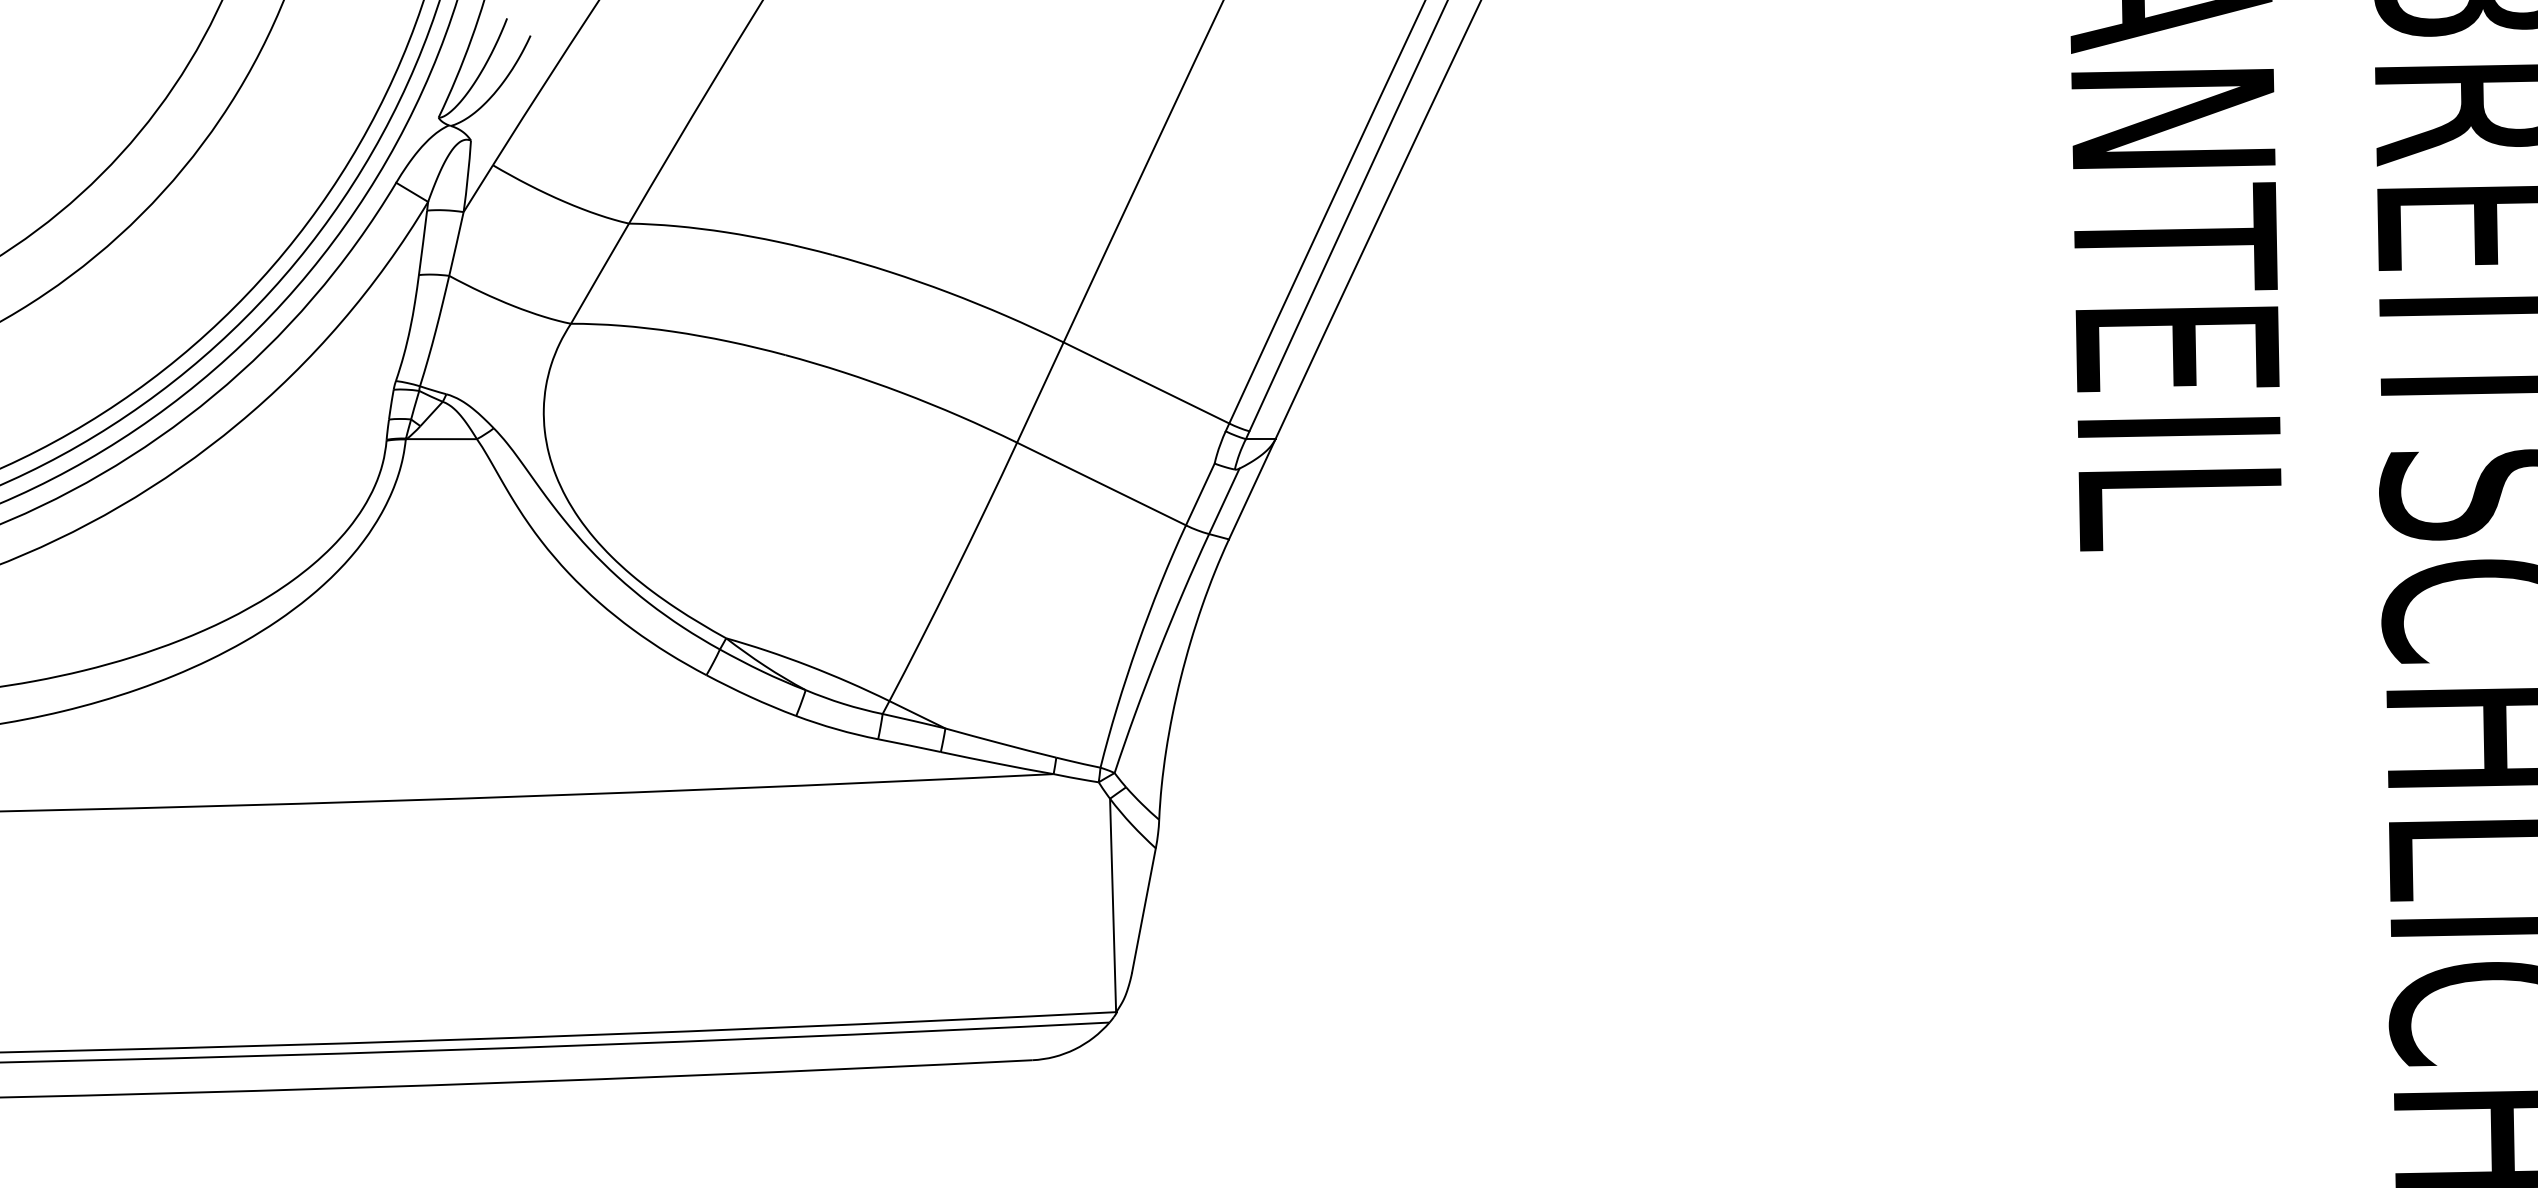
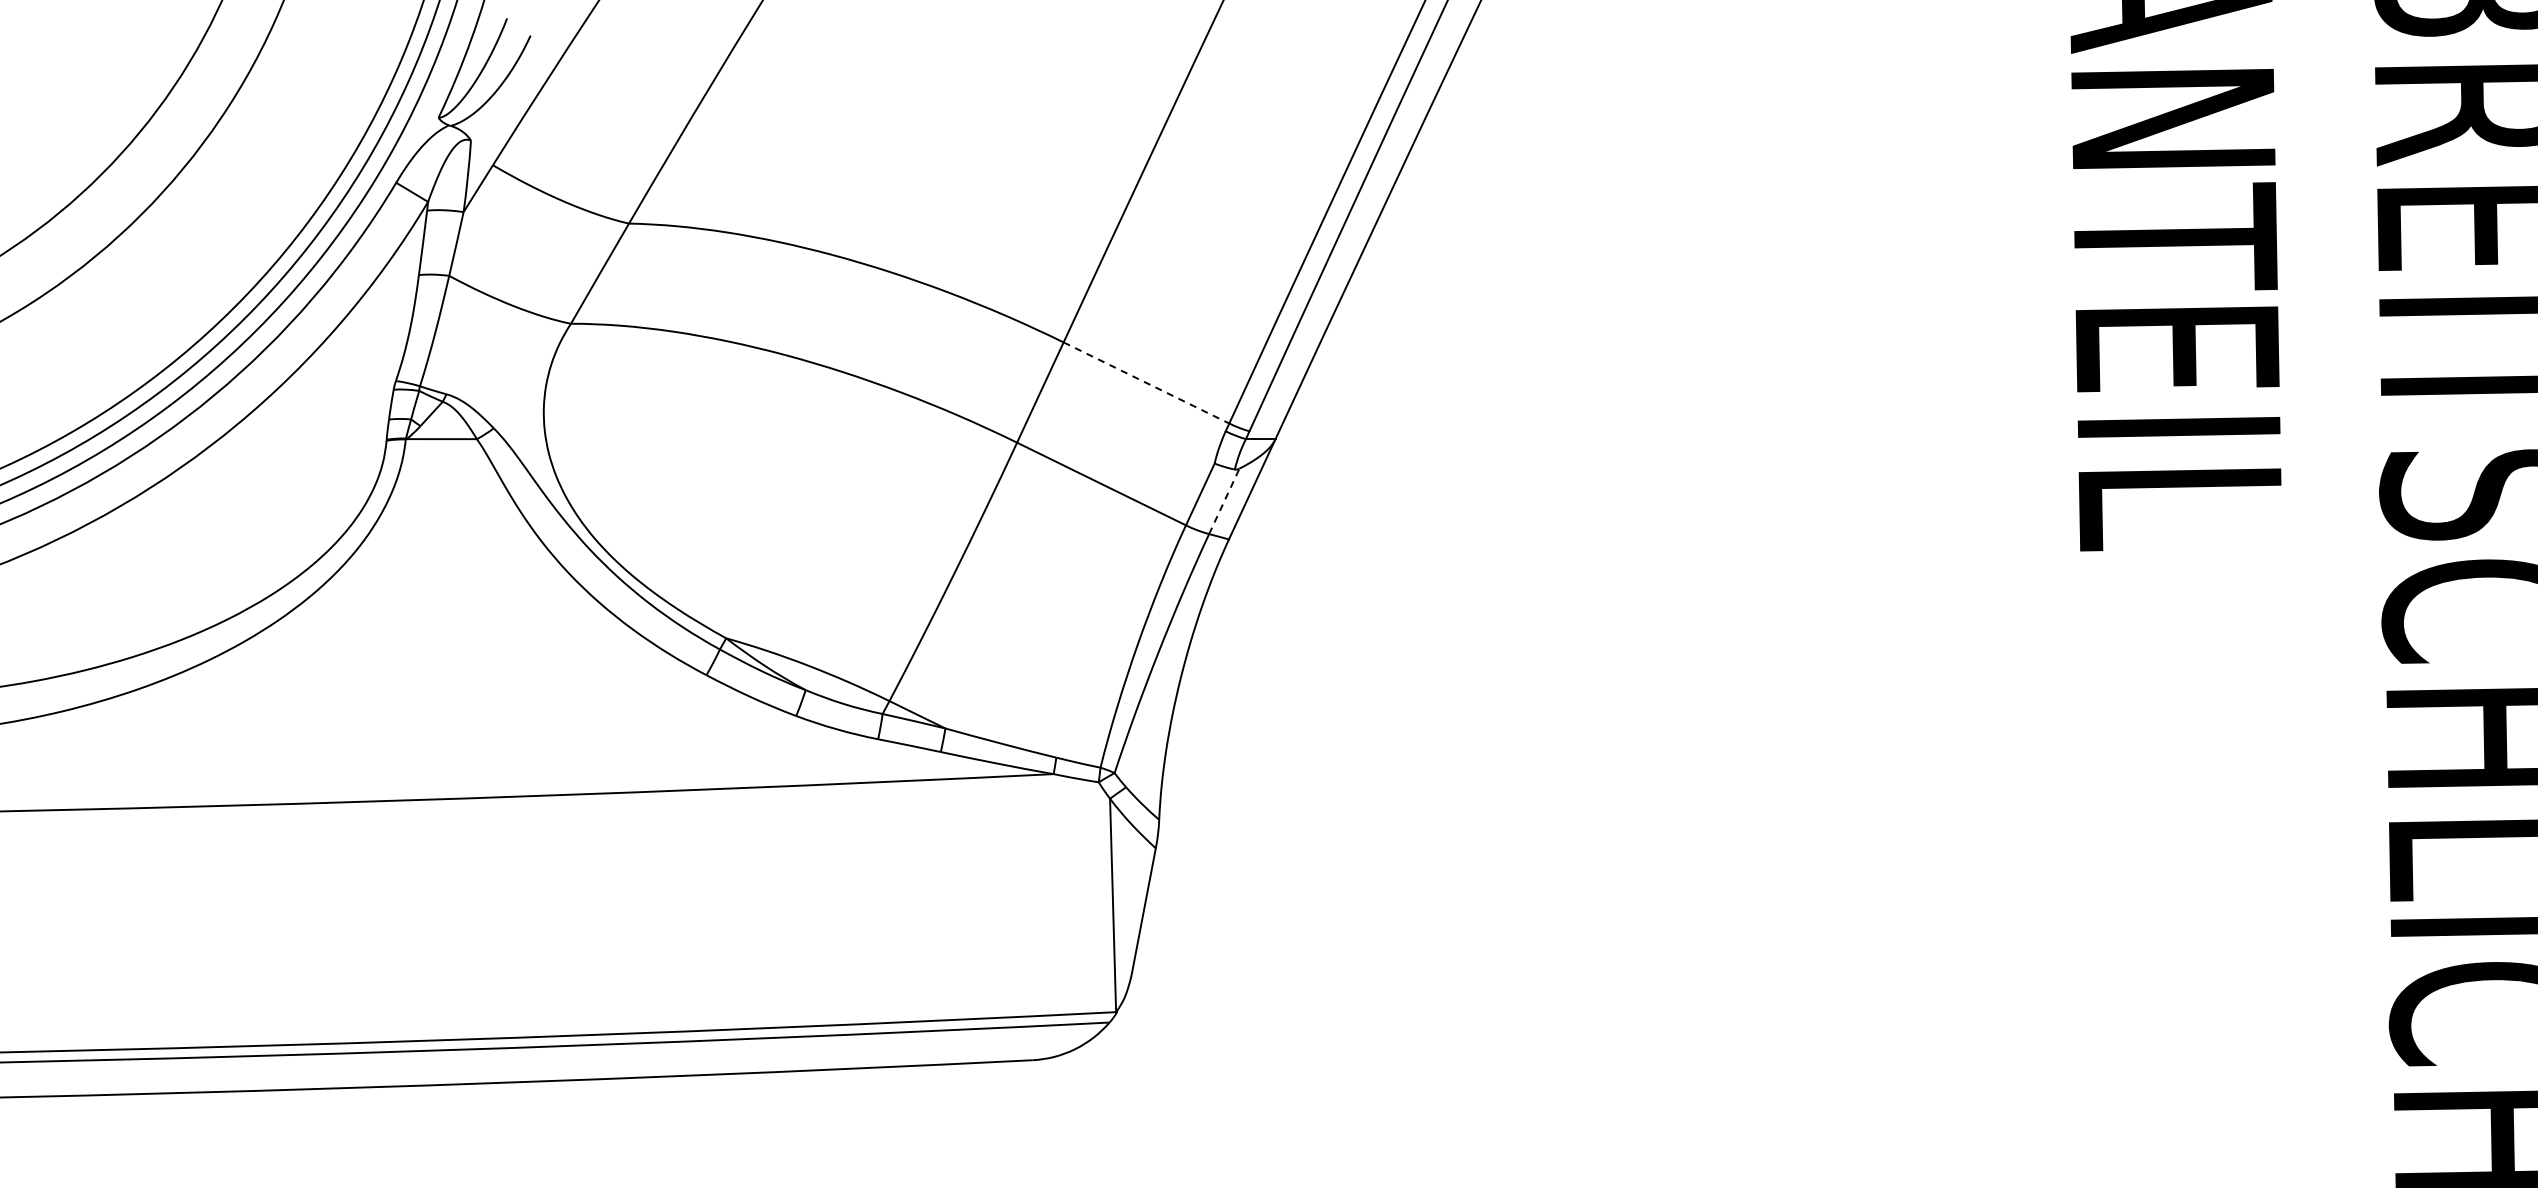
line at (1146, 383): solid -> dashed
line at (1224, 500): solid -> dashed
